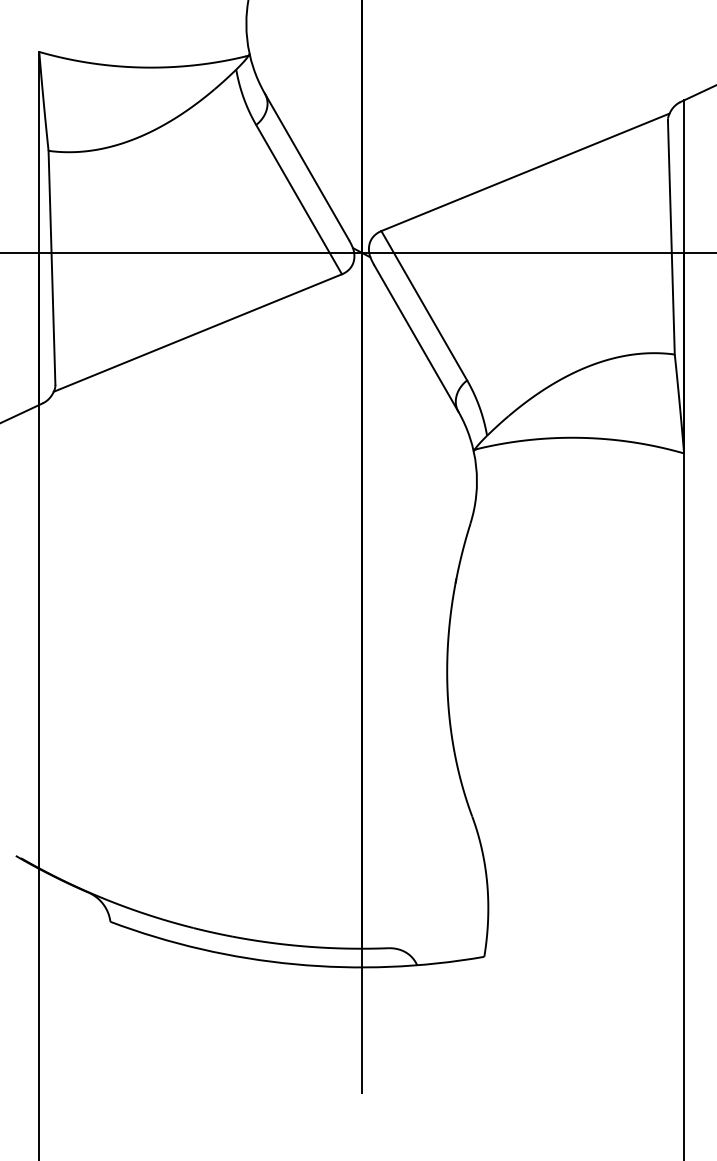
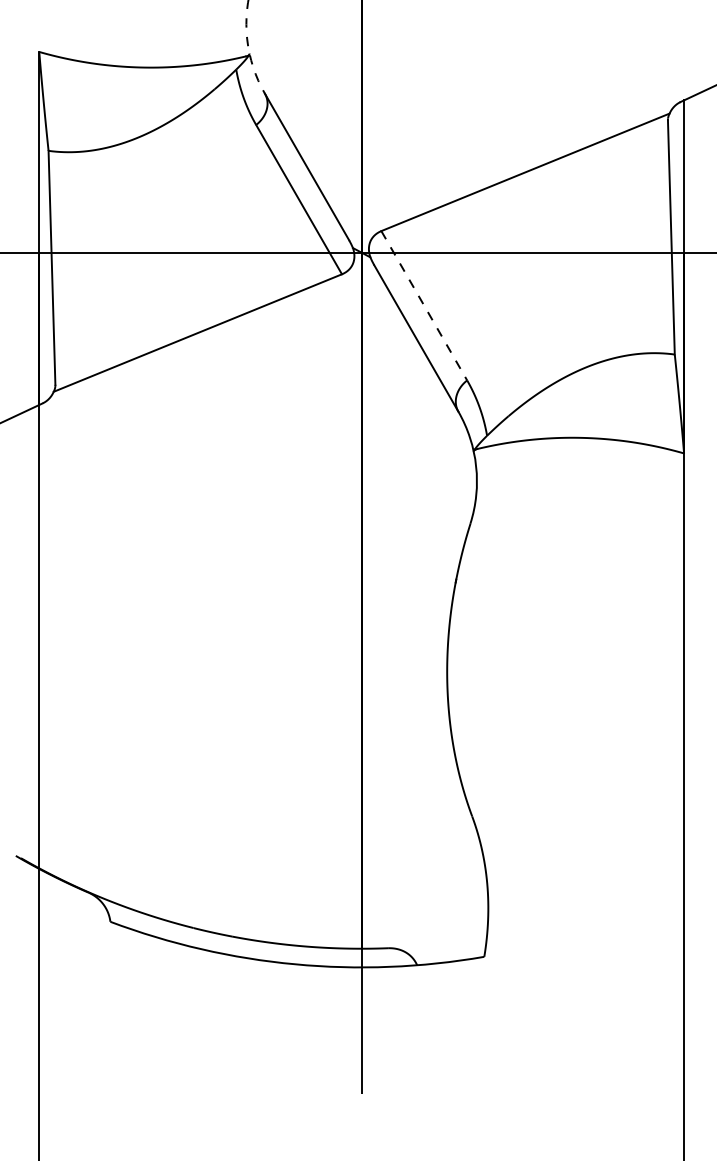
arc at (248, 47): solid -> dashed
line at (424, 306): solid -> dashed
